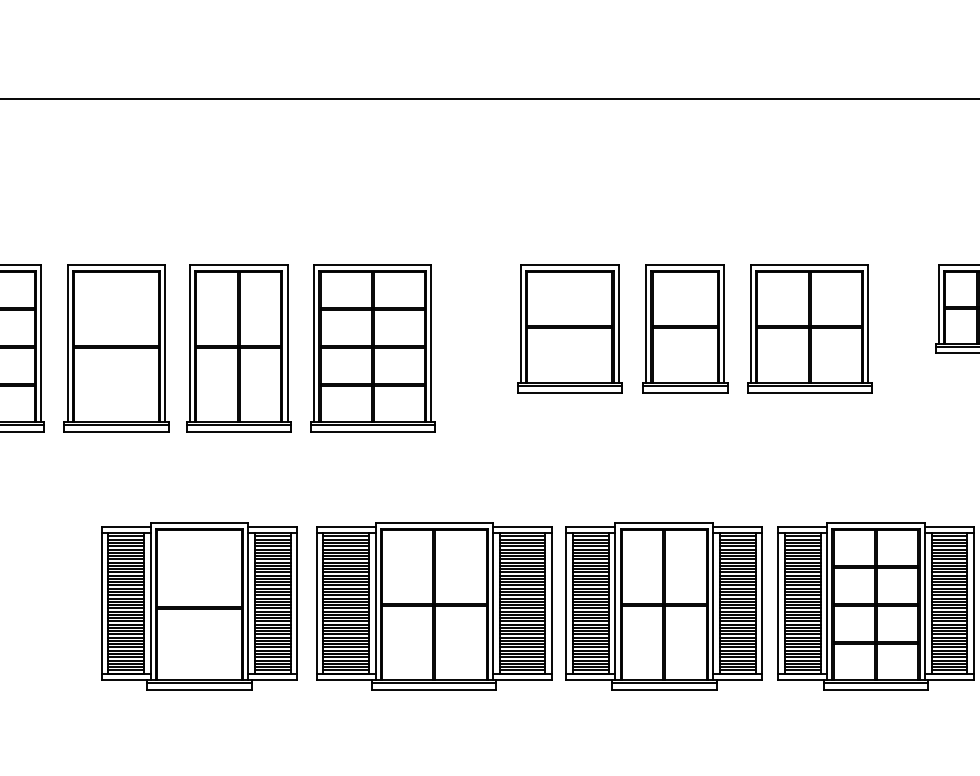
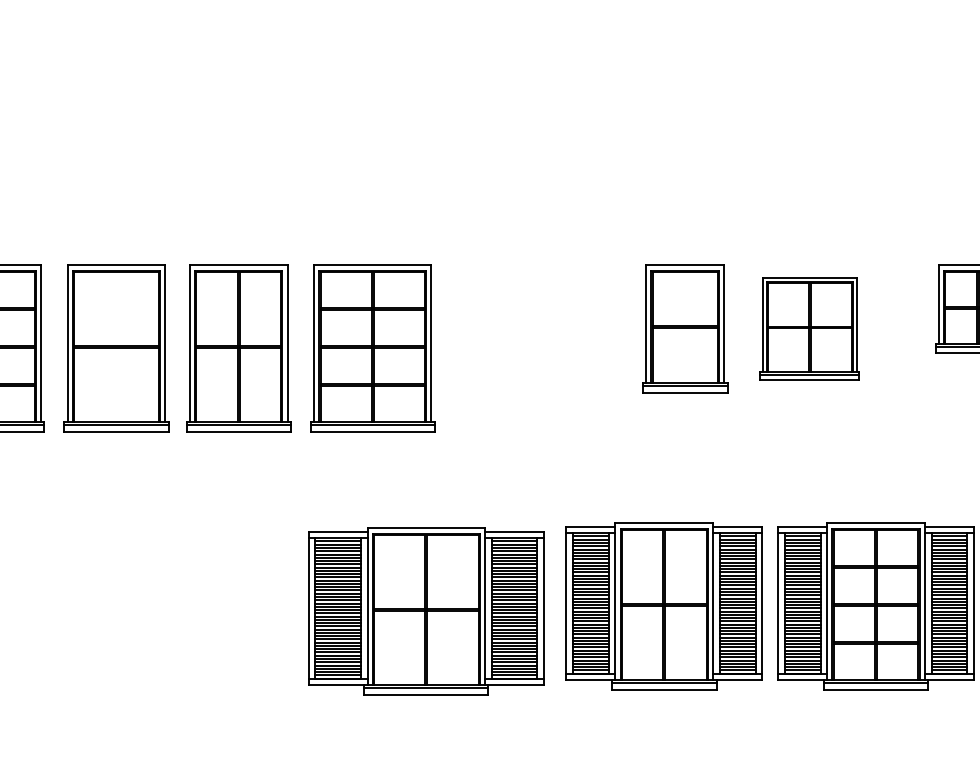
line at (489, 99): present -> none
part at (569, 328): present -> none
part at (809, 328) size: 126x130 px -> 101x104 px
part at (199, 606): present -> none
part at (434, 606) position: (434, 606) -> (426, 611)
